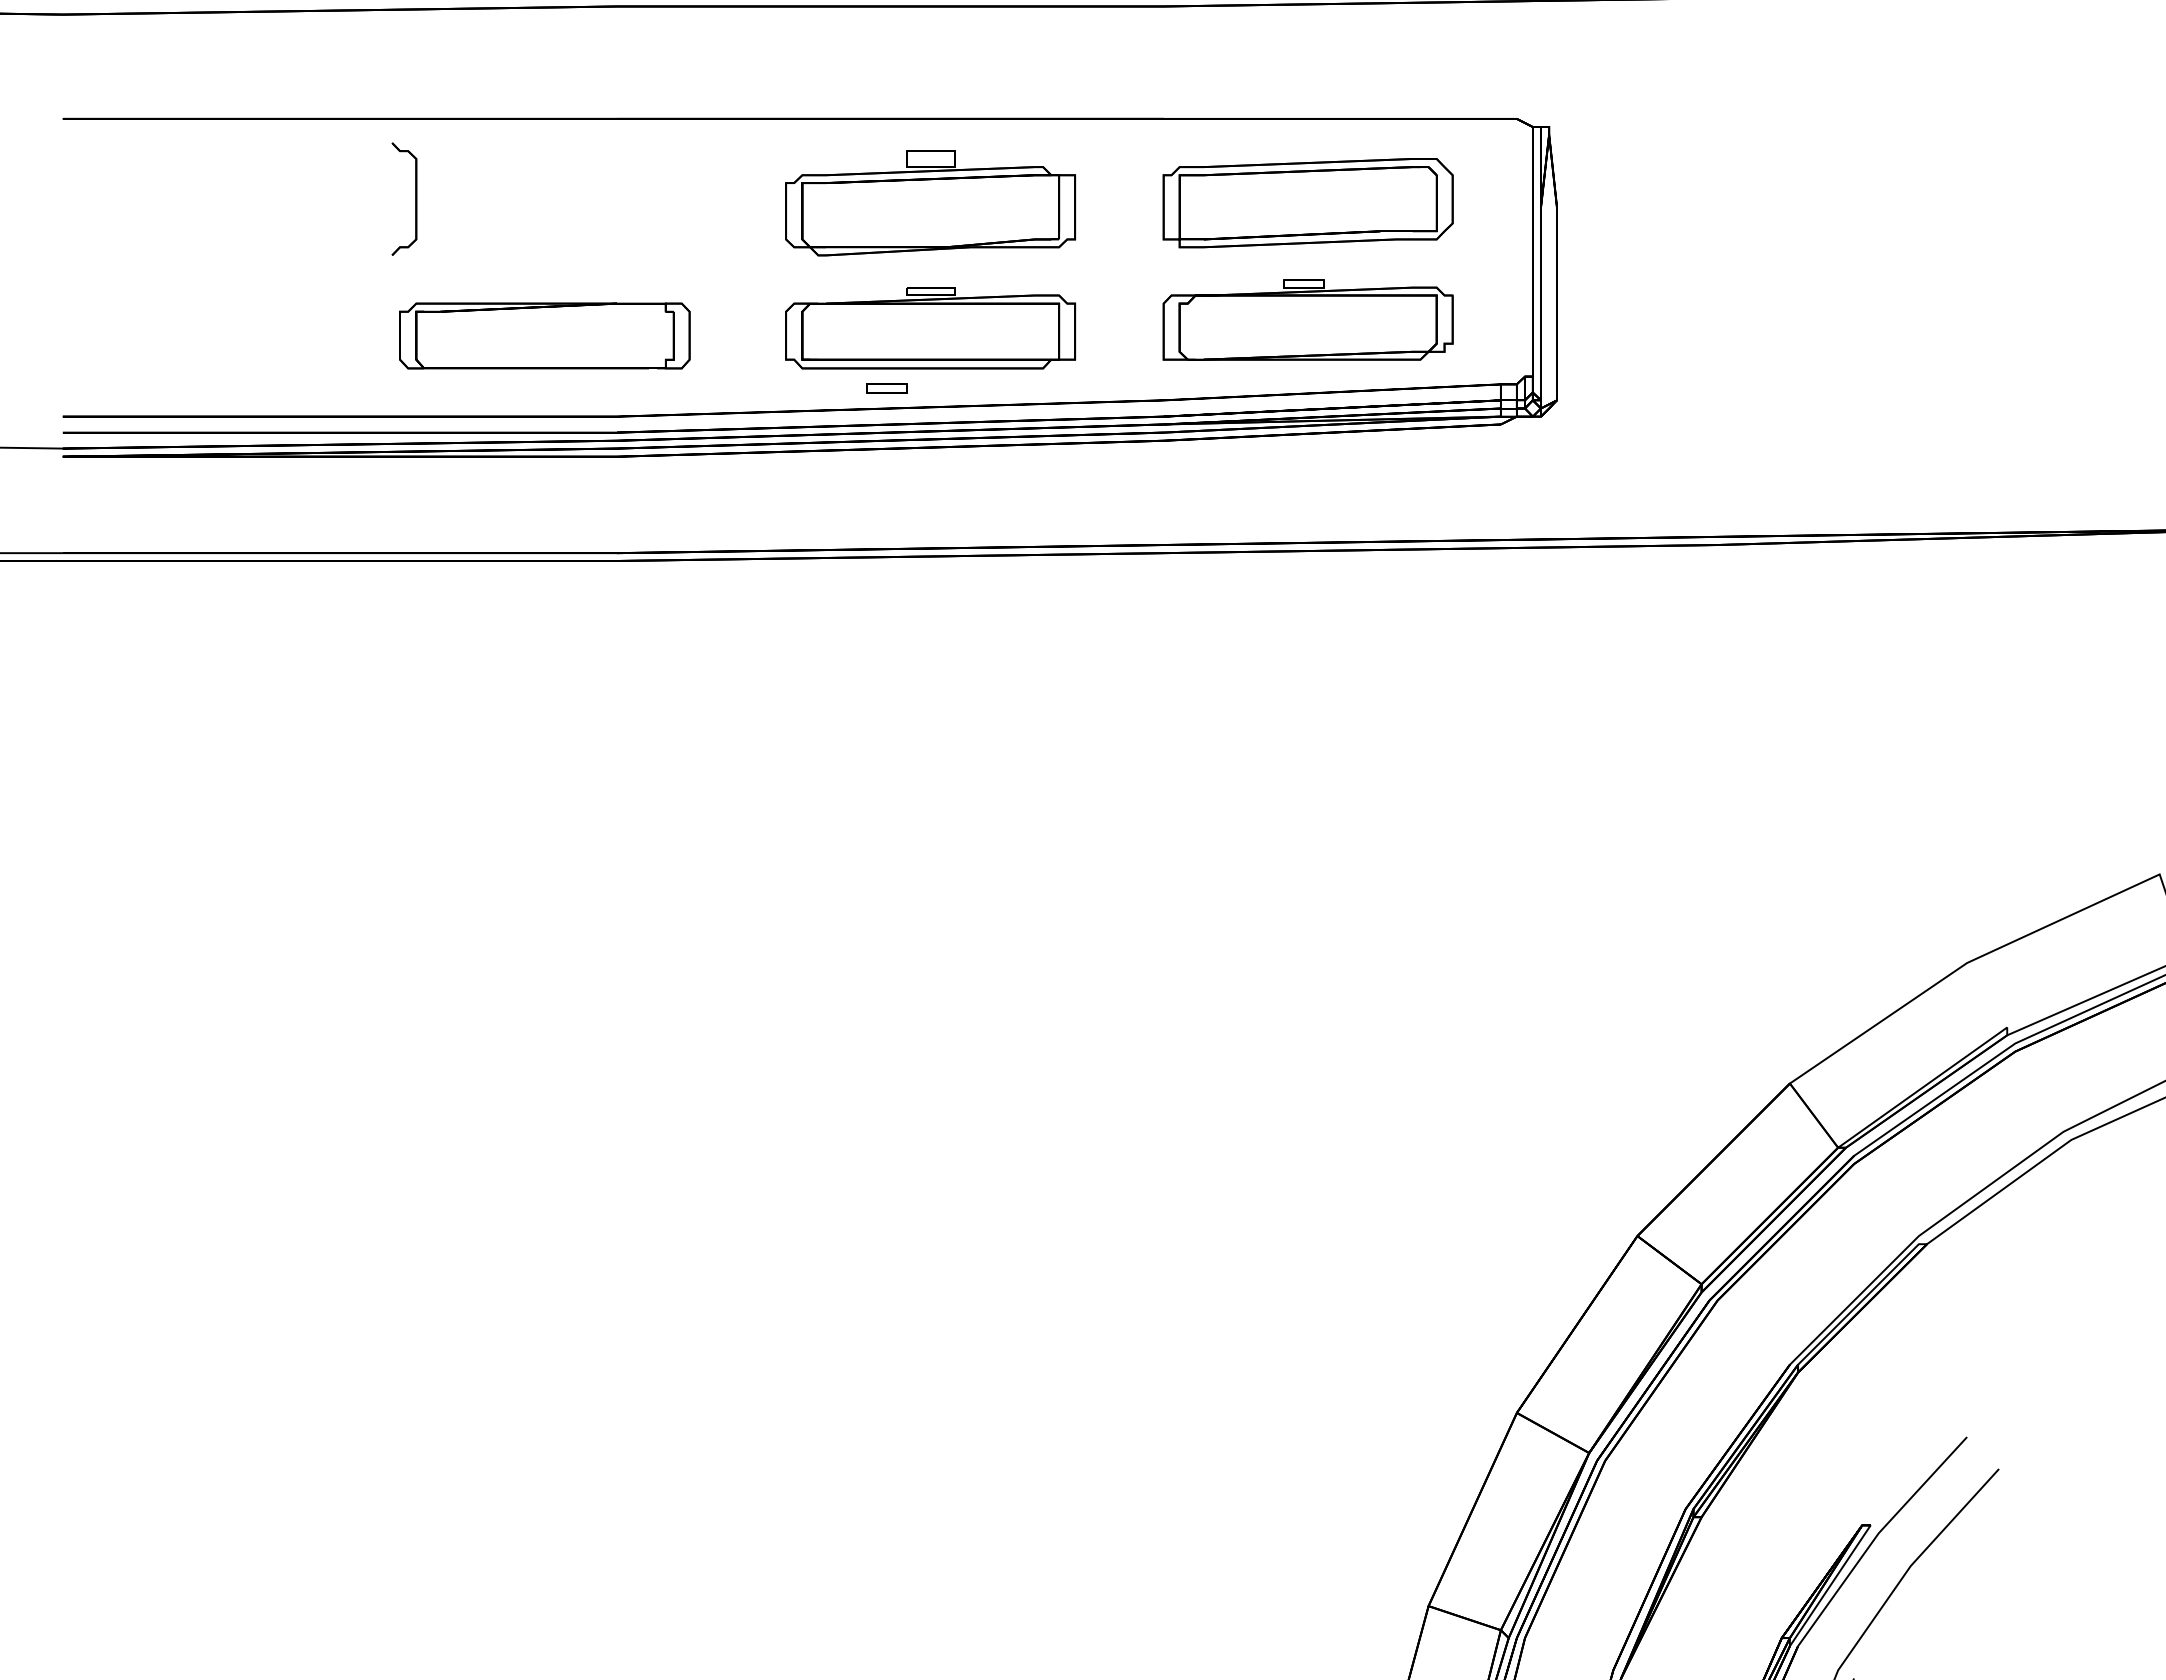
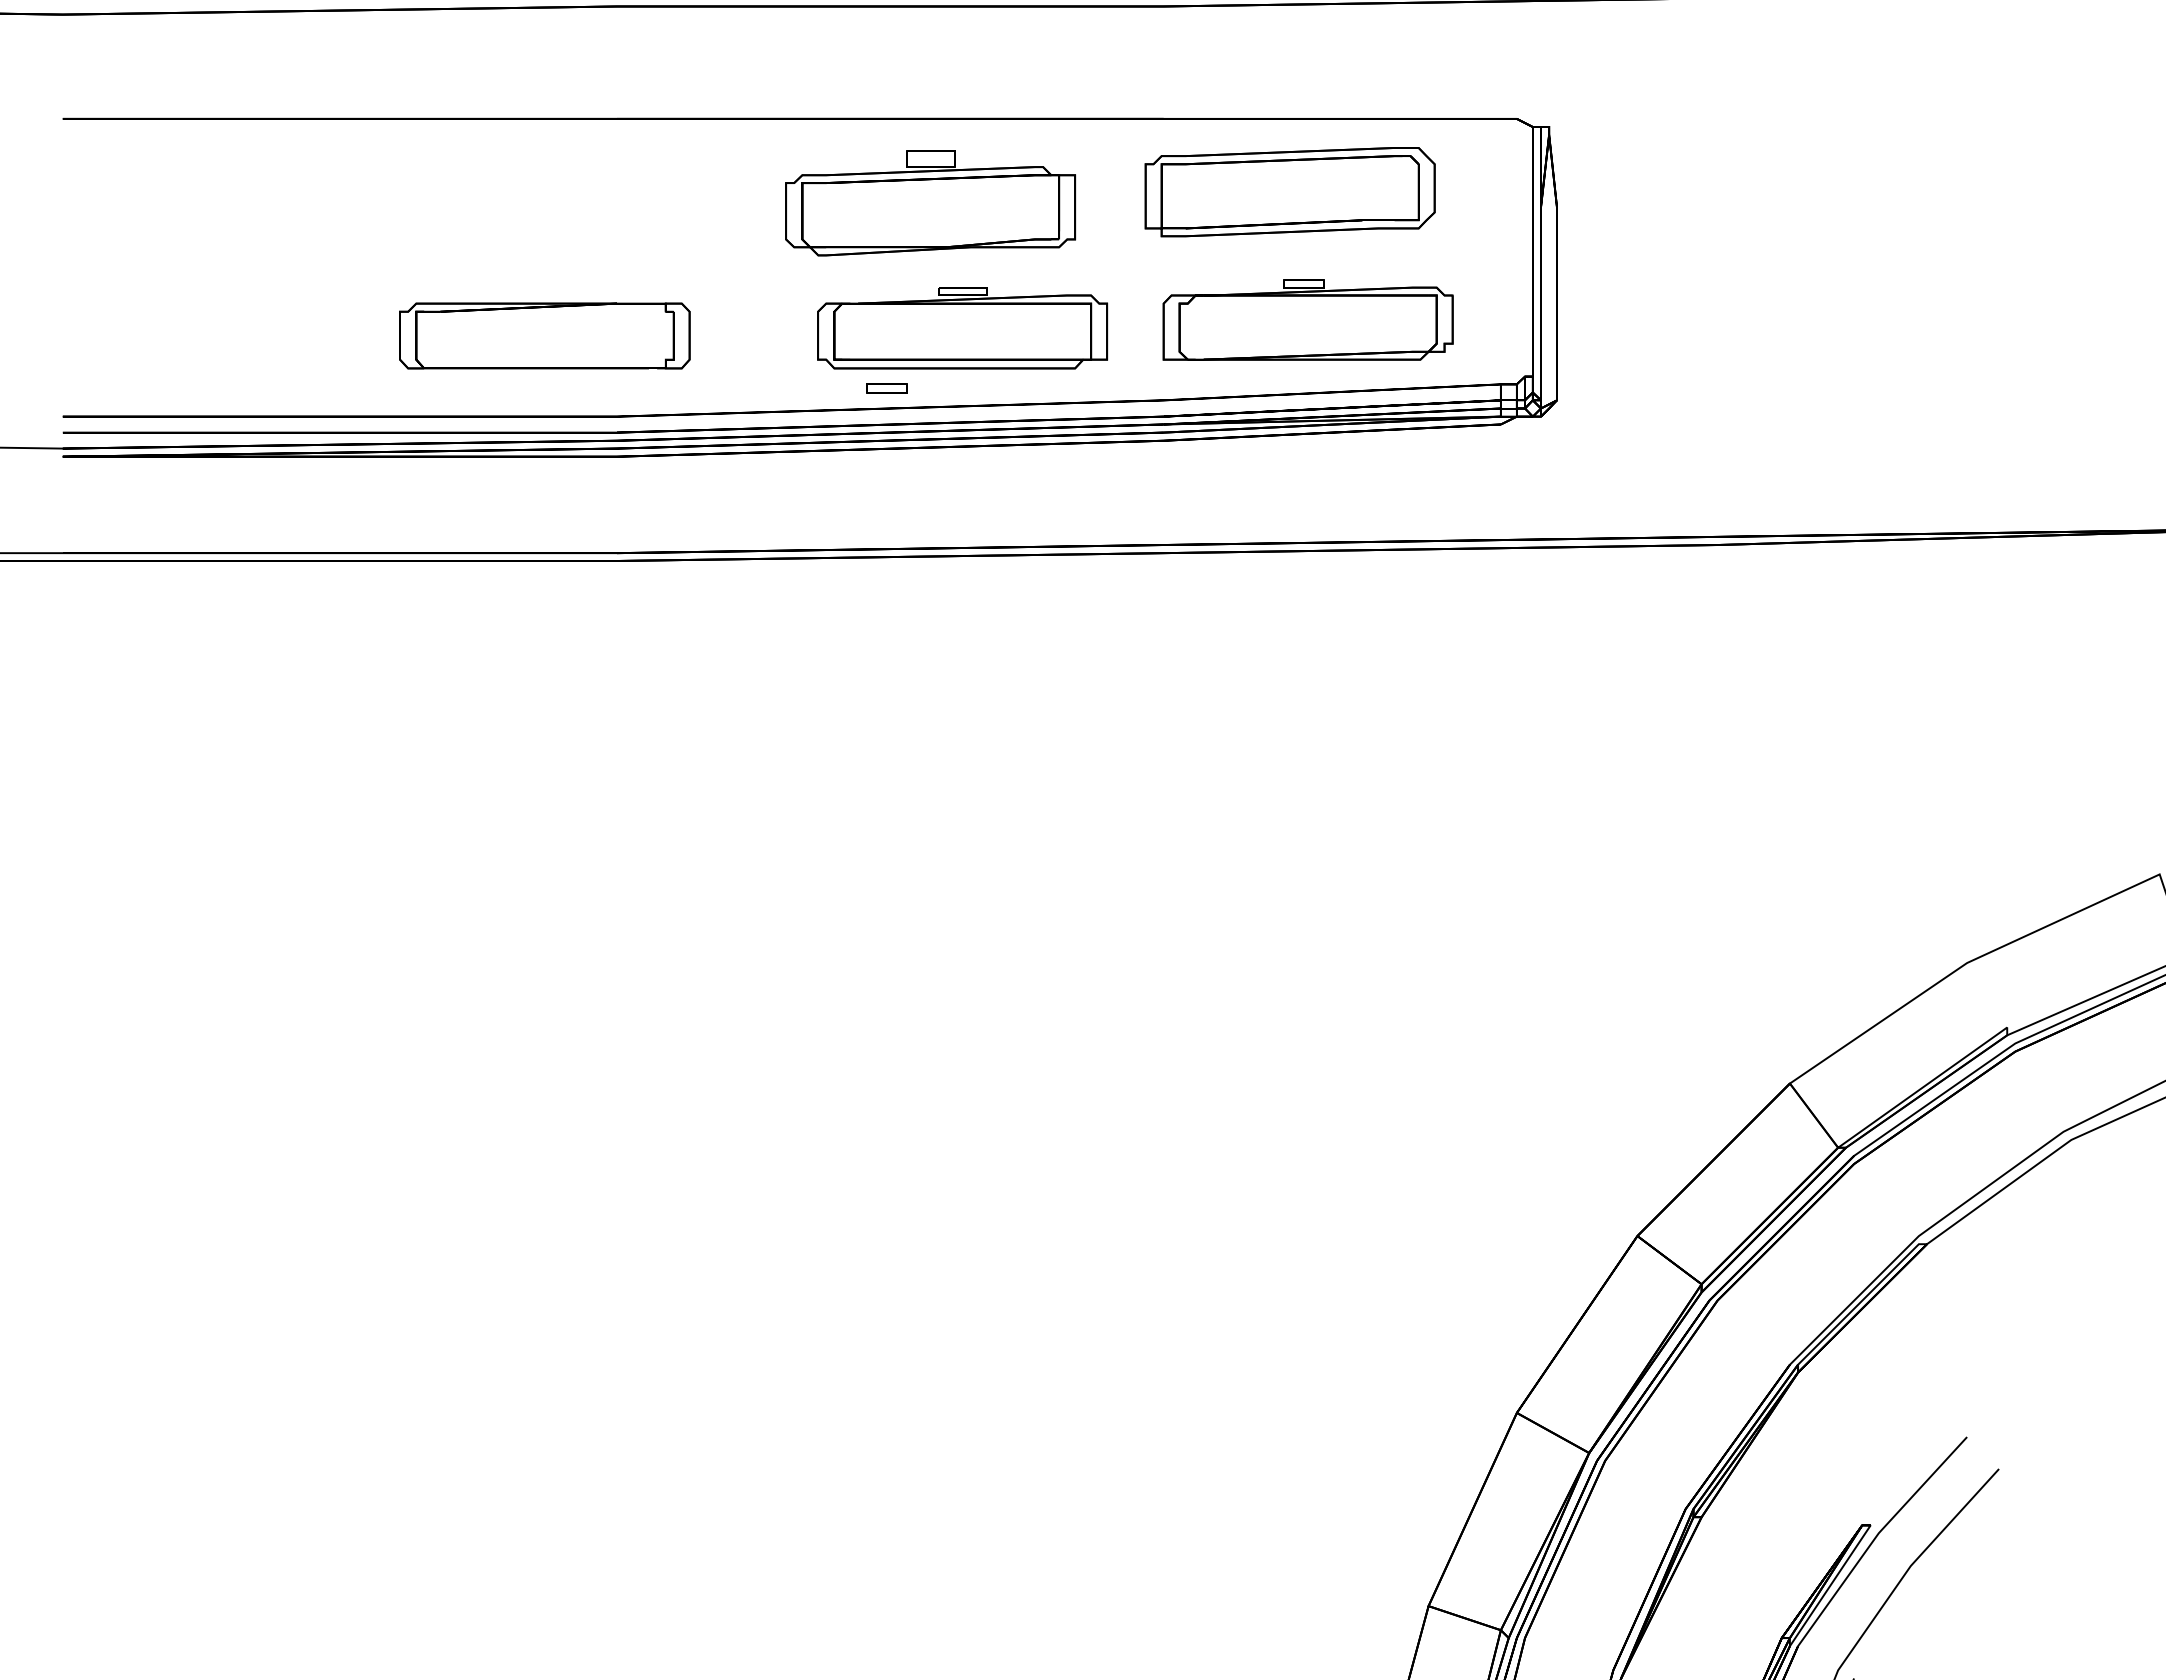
part at (415, 198): present -> none
part at (1307, 203) position: (1307, 203) -> (1289, 192)
part at (930, 328) position: (930, 328) -> (962, 328)
